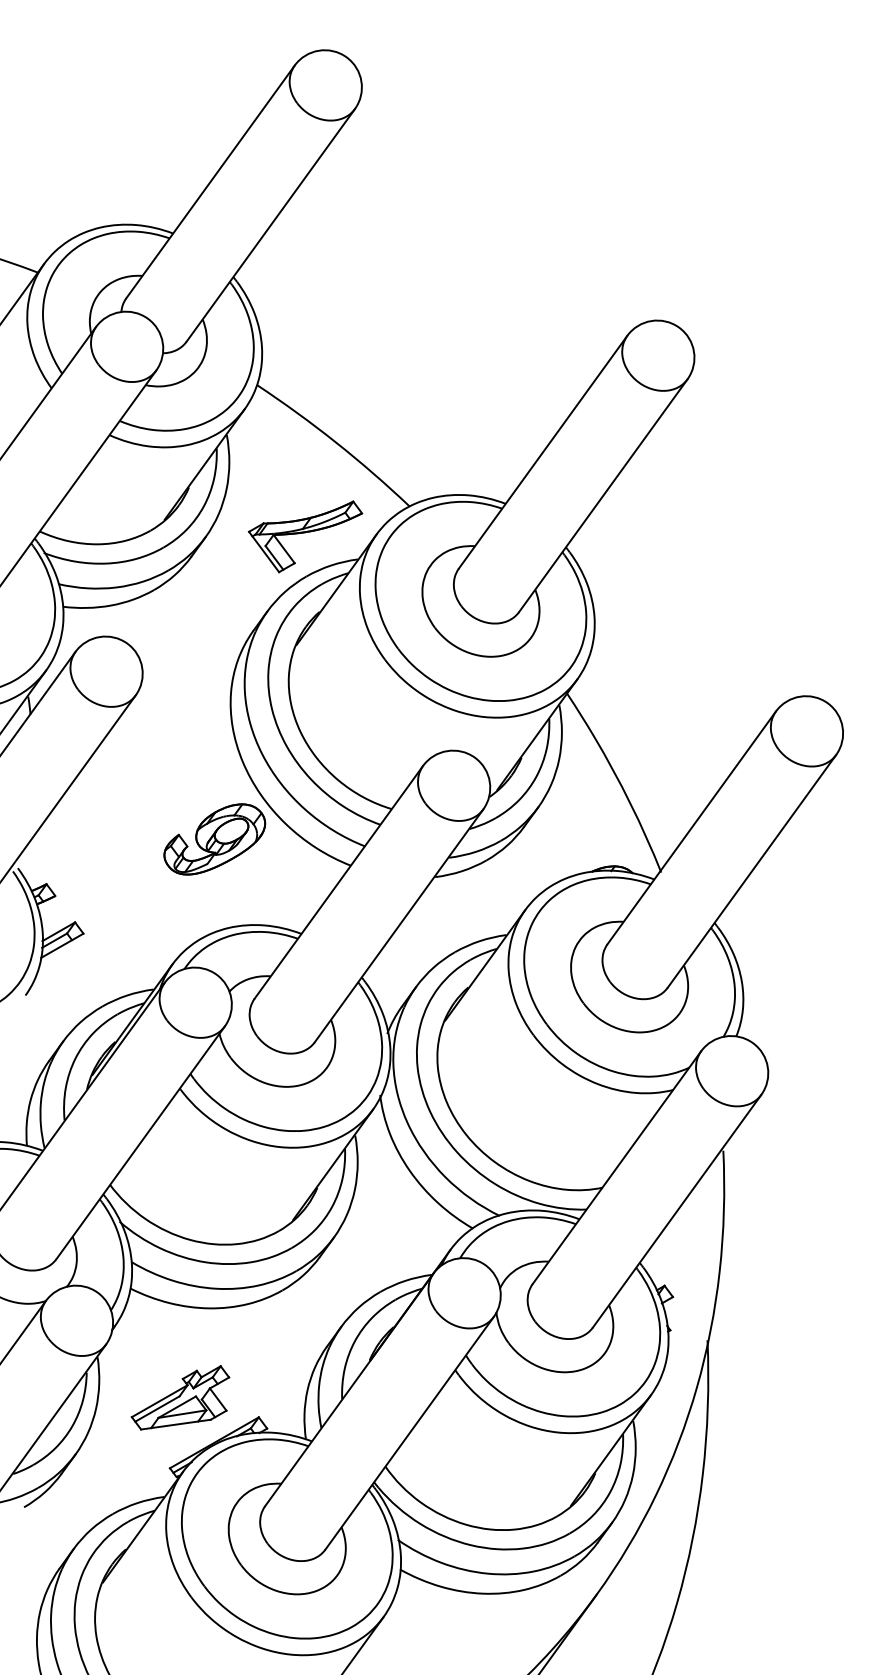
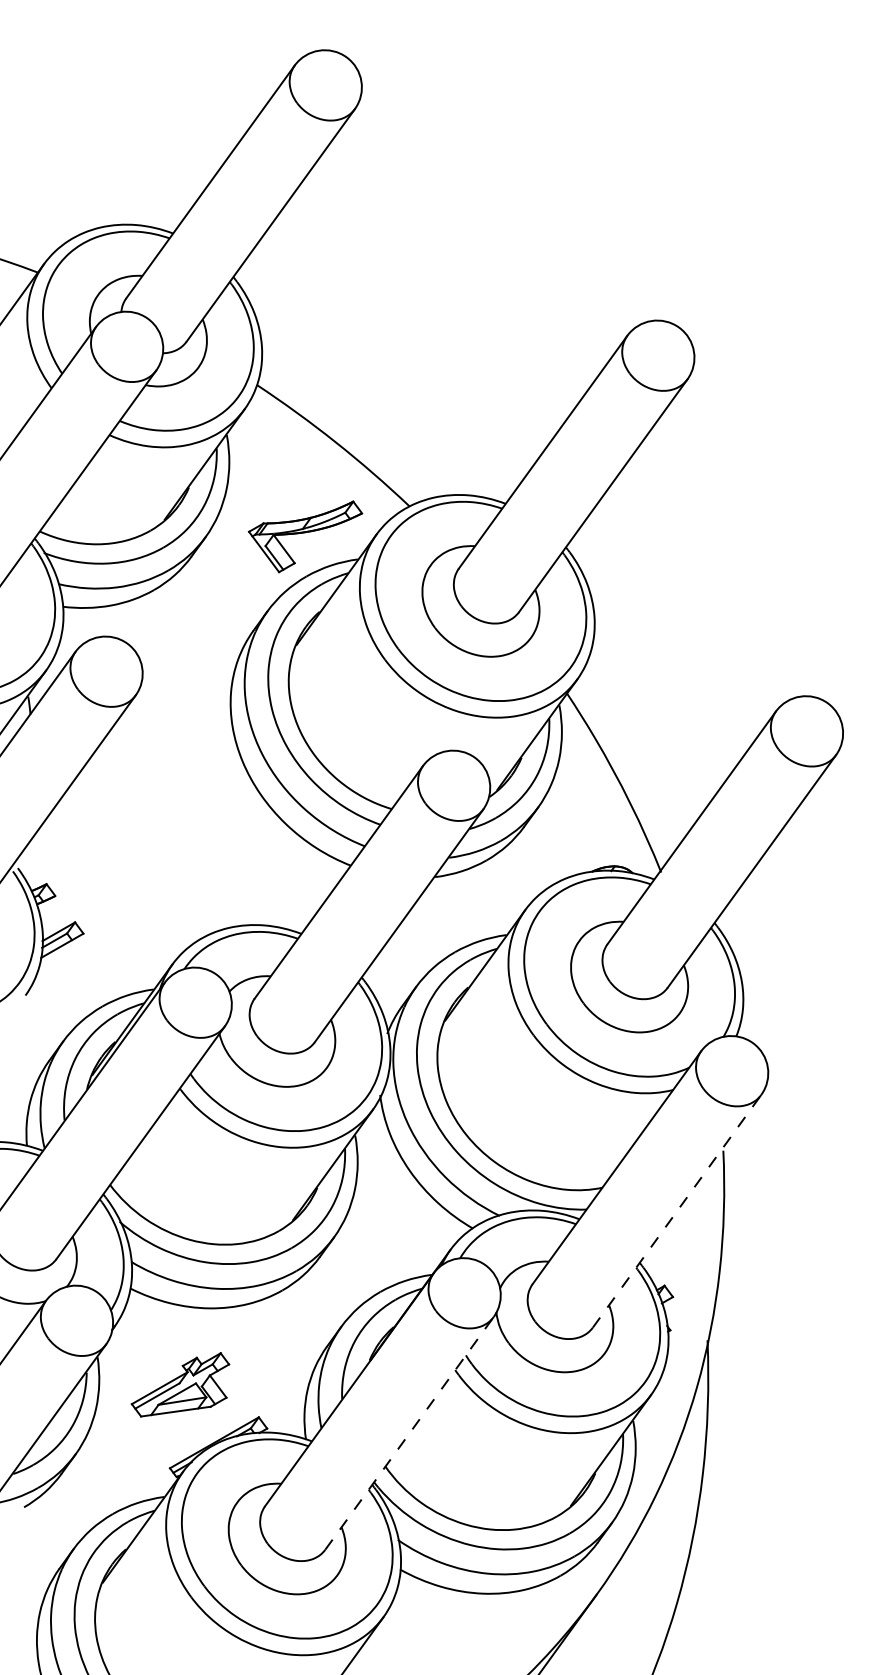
part at (214, 839): present -> none
line at (677, 1211): solid -> dashed
part at (180, 1397) position: (180, 1397) -> (180, 1384)
line at (409, 1433): solid -> dashed
